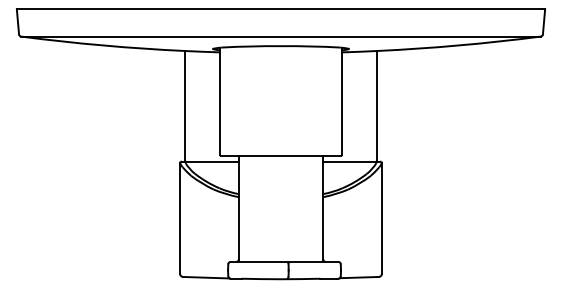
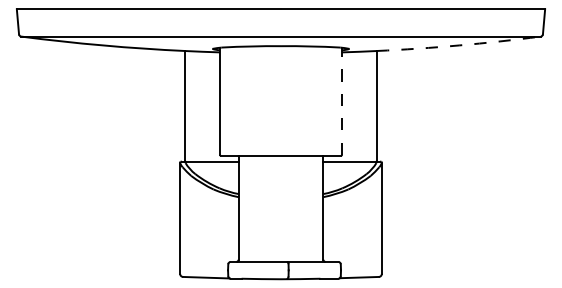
arc at (459, 45): solid -> dashed
line at (341, 101): solid -> dashed
